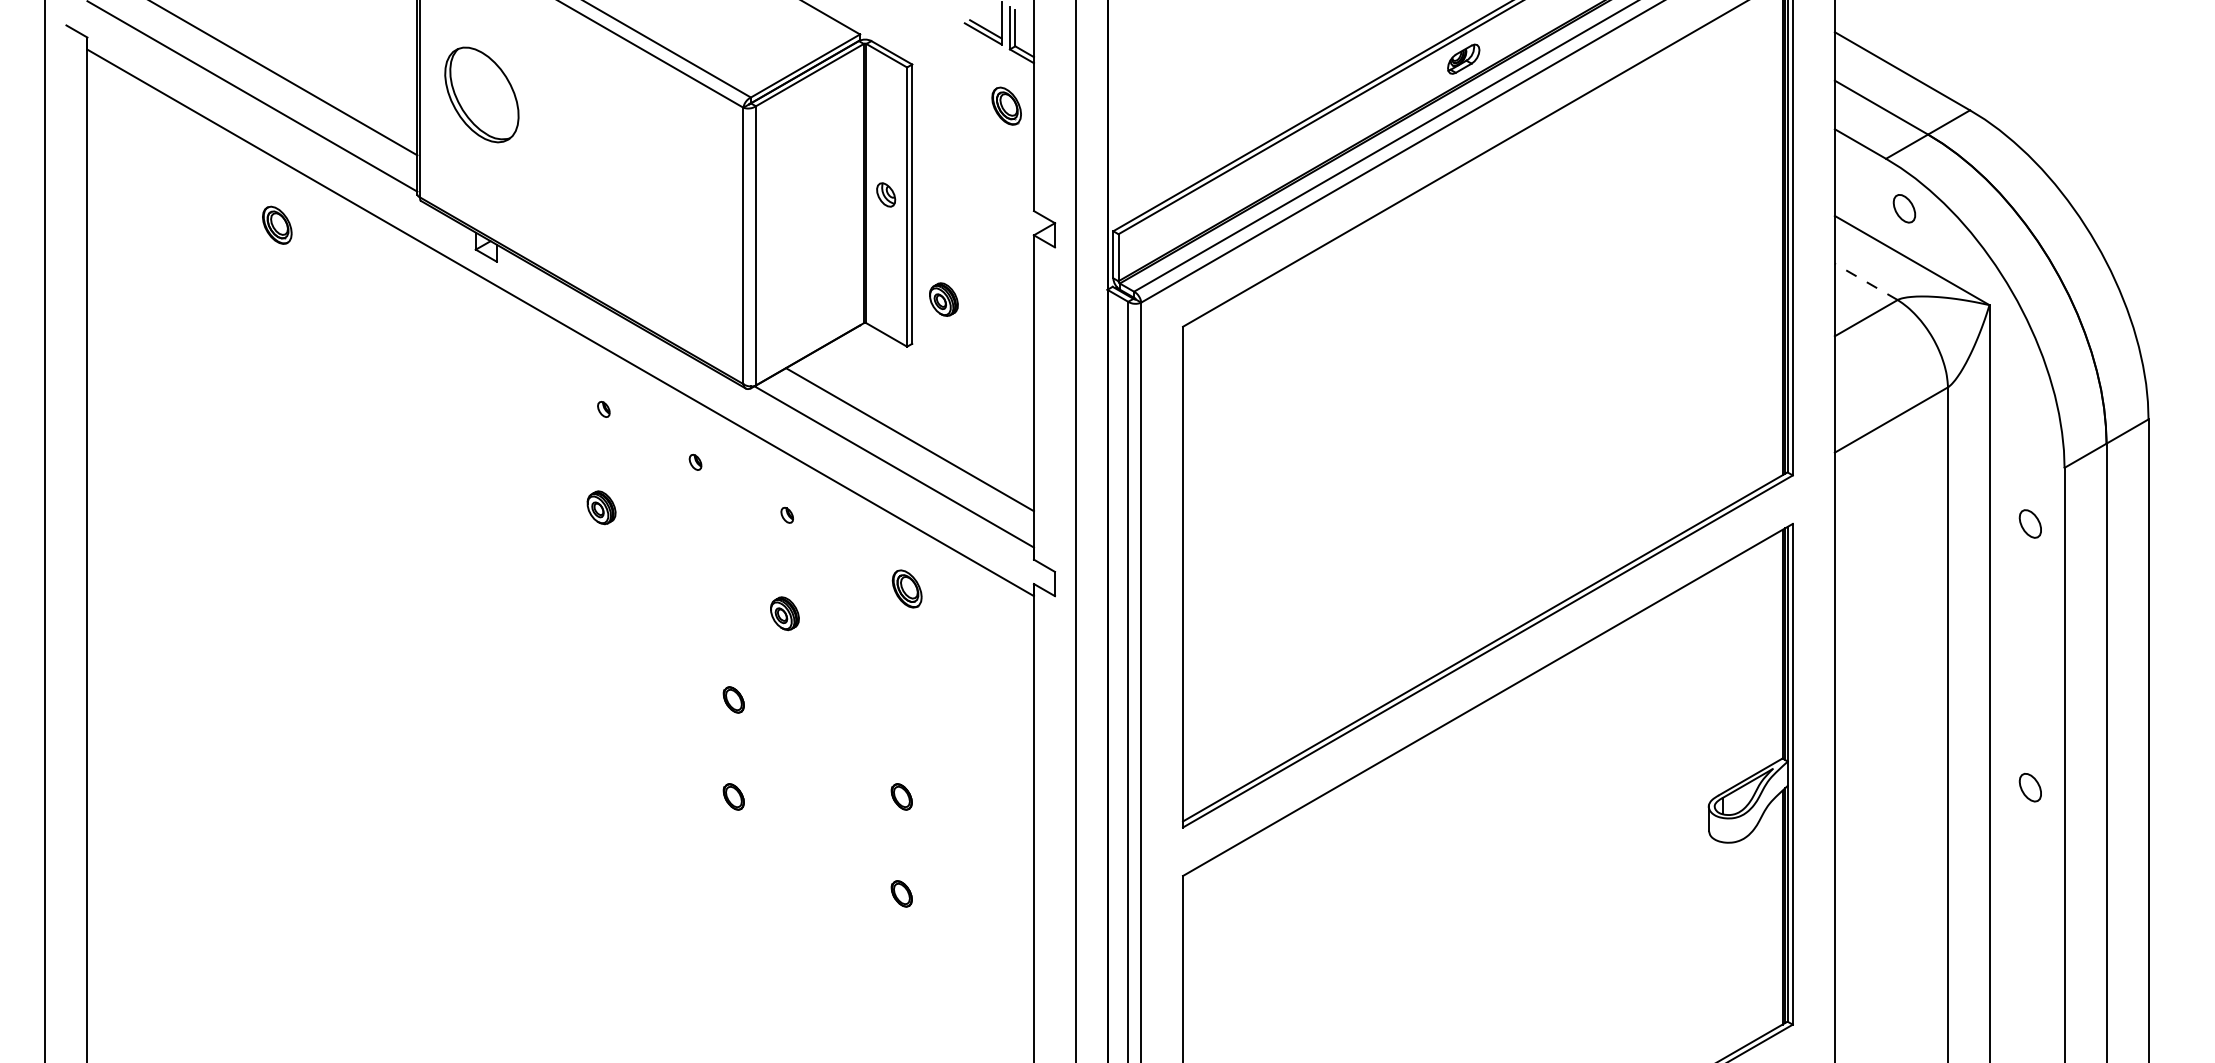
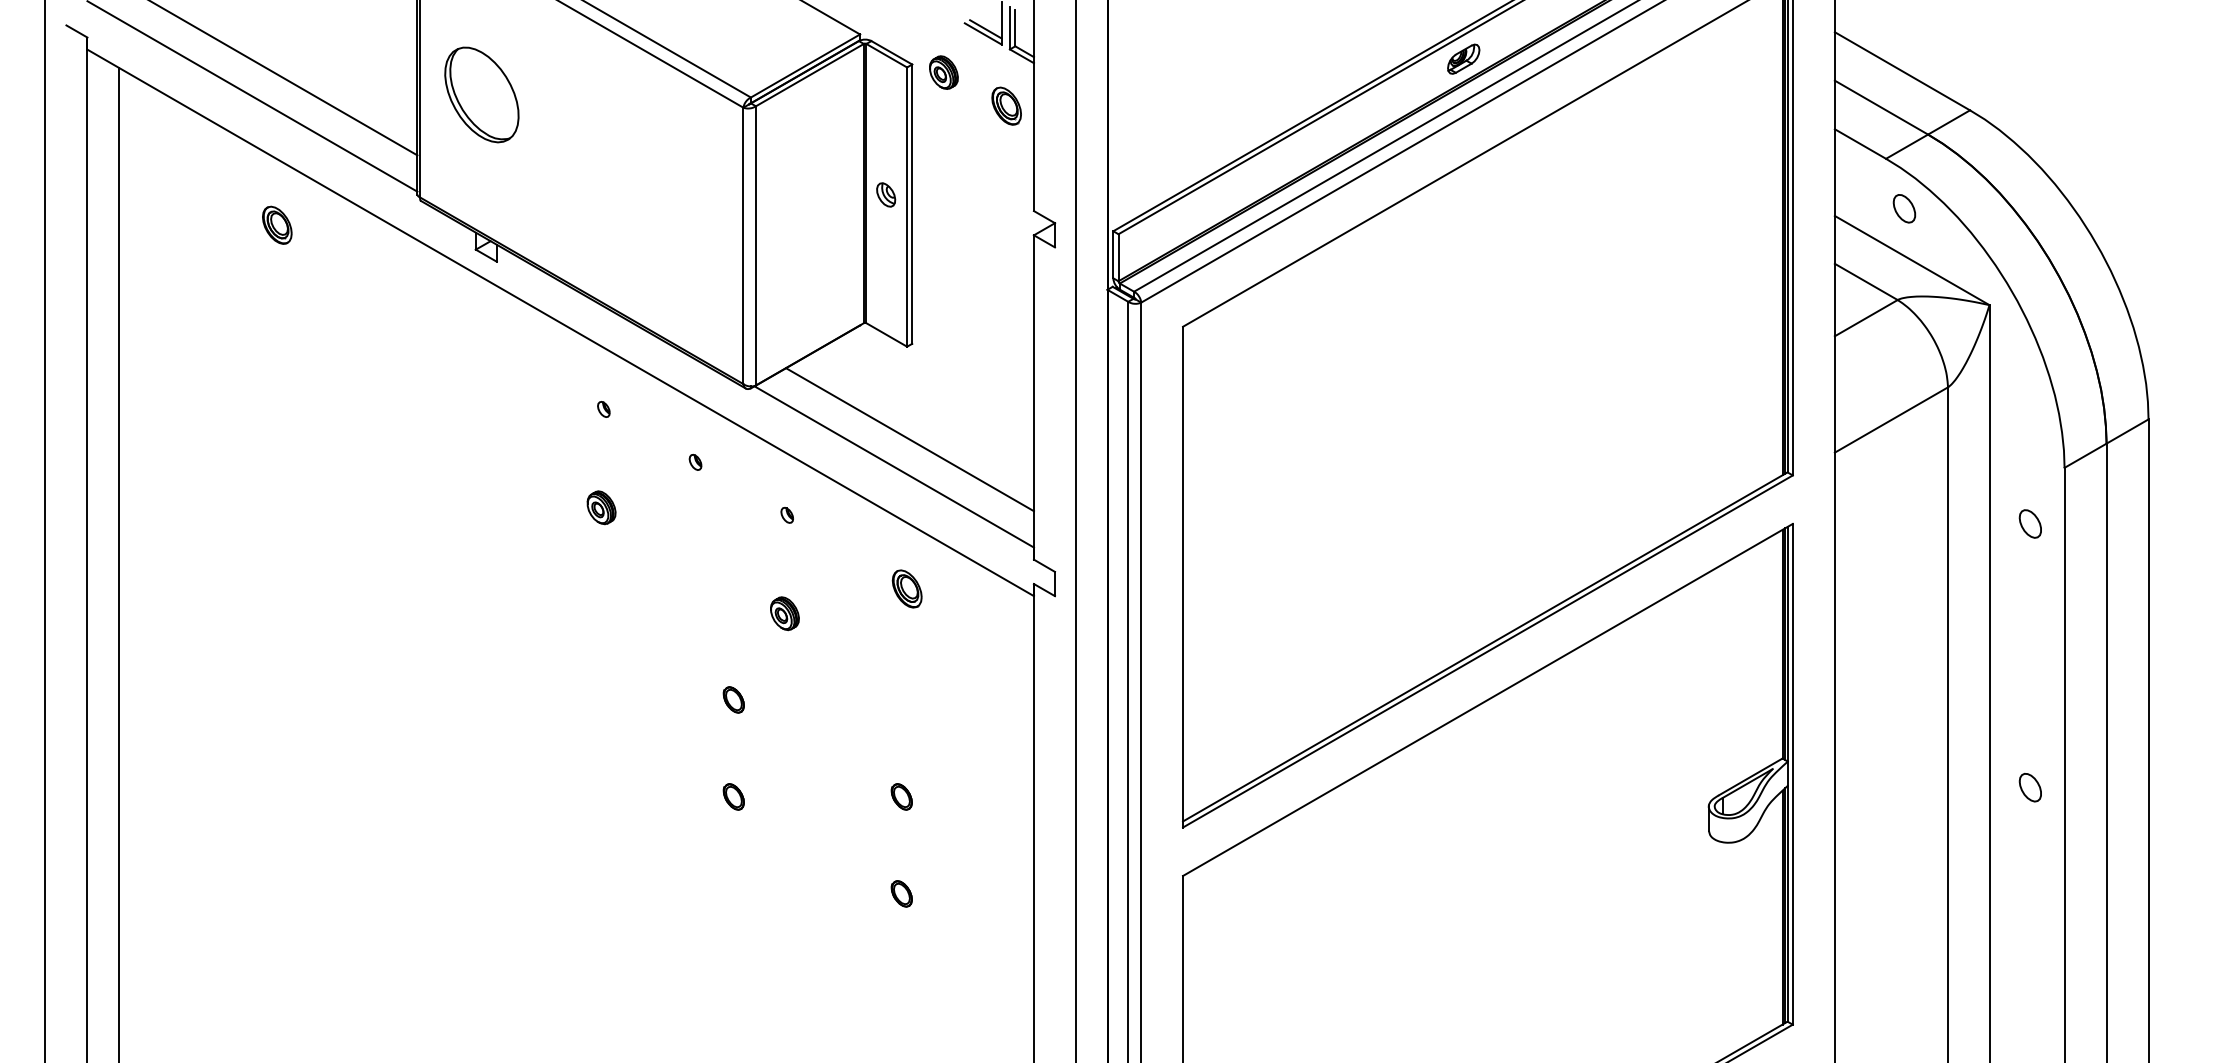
line at (1865, 281): dashed -> solid
part at (943, 299) position: (943, 299) -> (943, 72)
line at (118, 563): none -> present
